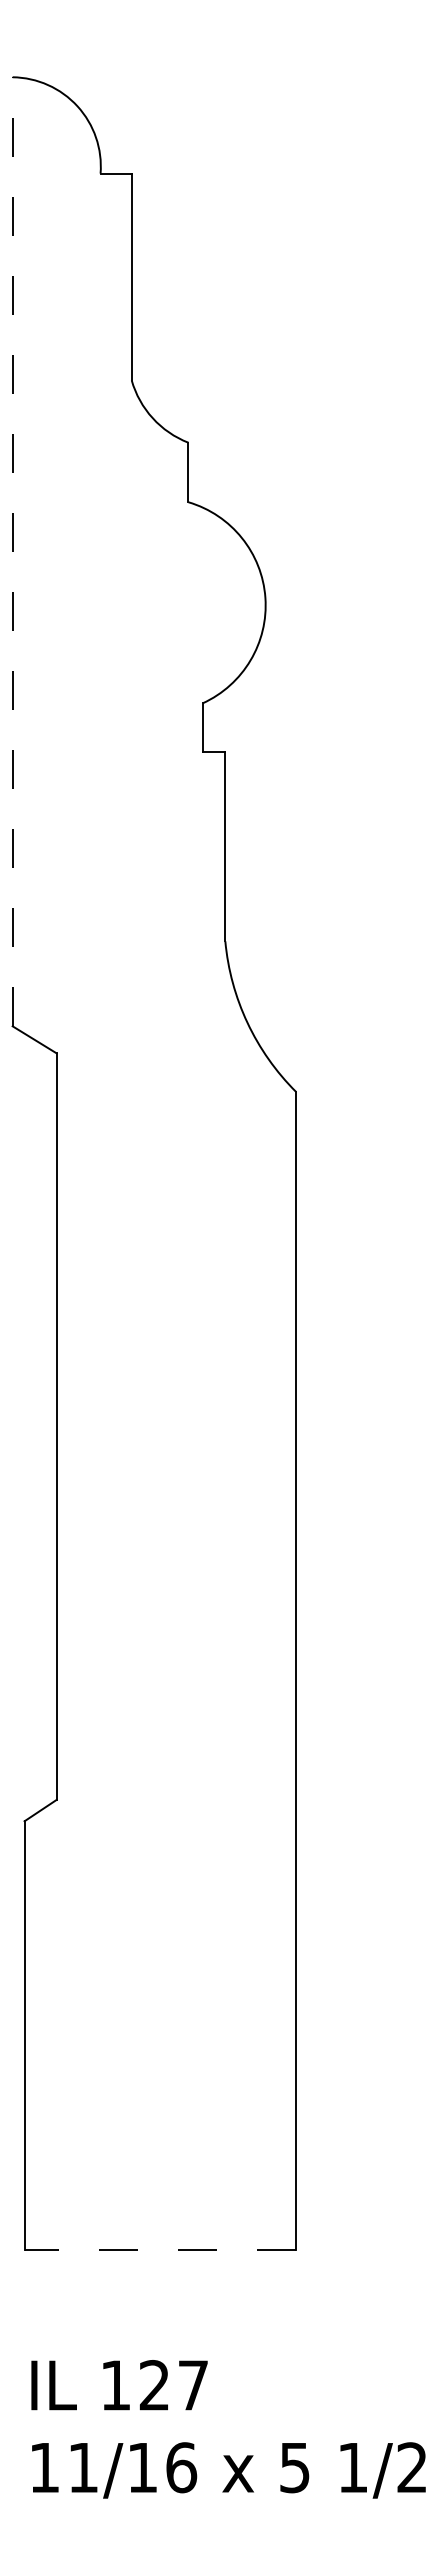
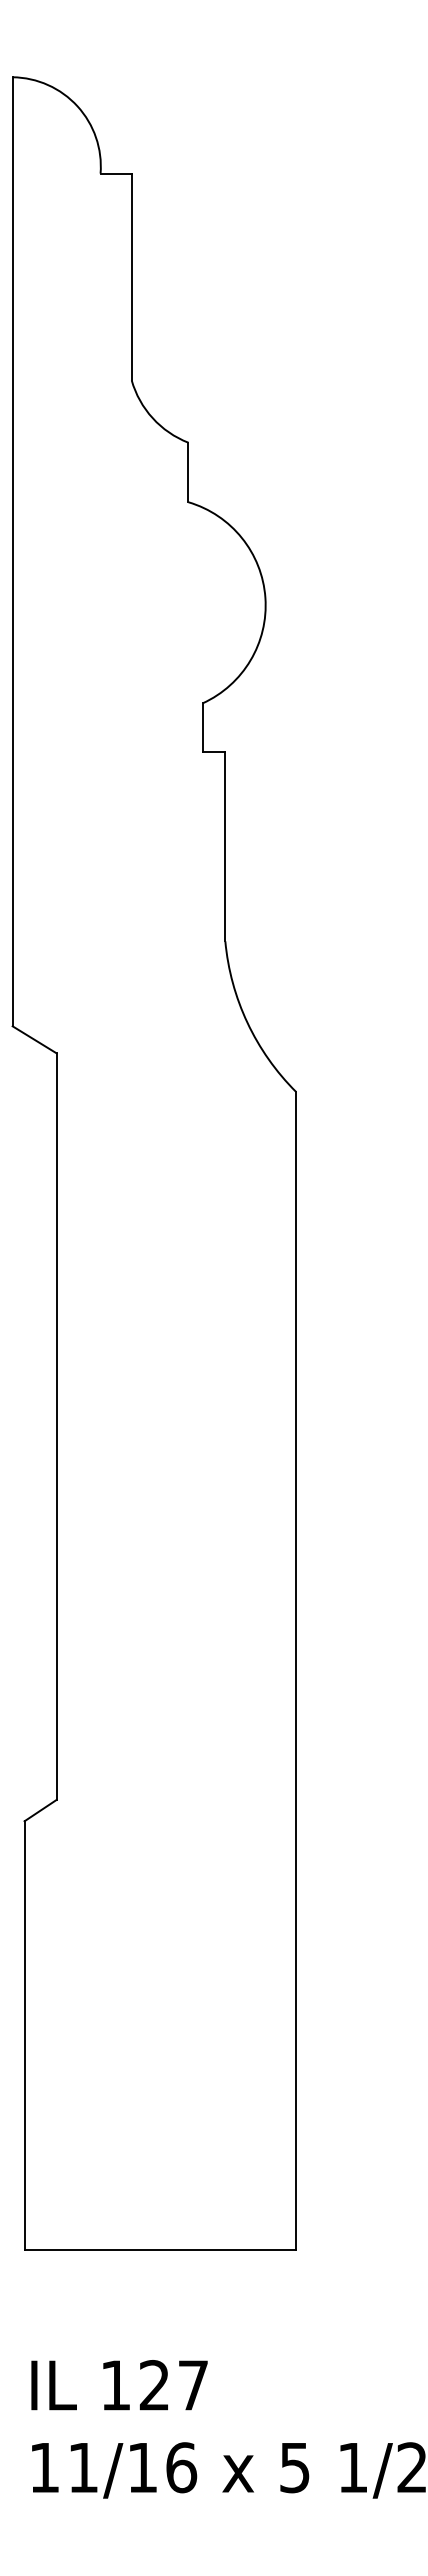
line at (12, 551): dashed -> solid
line at (160, 2249): dashed -> solid
